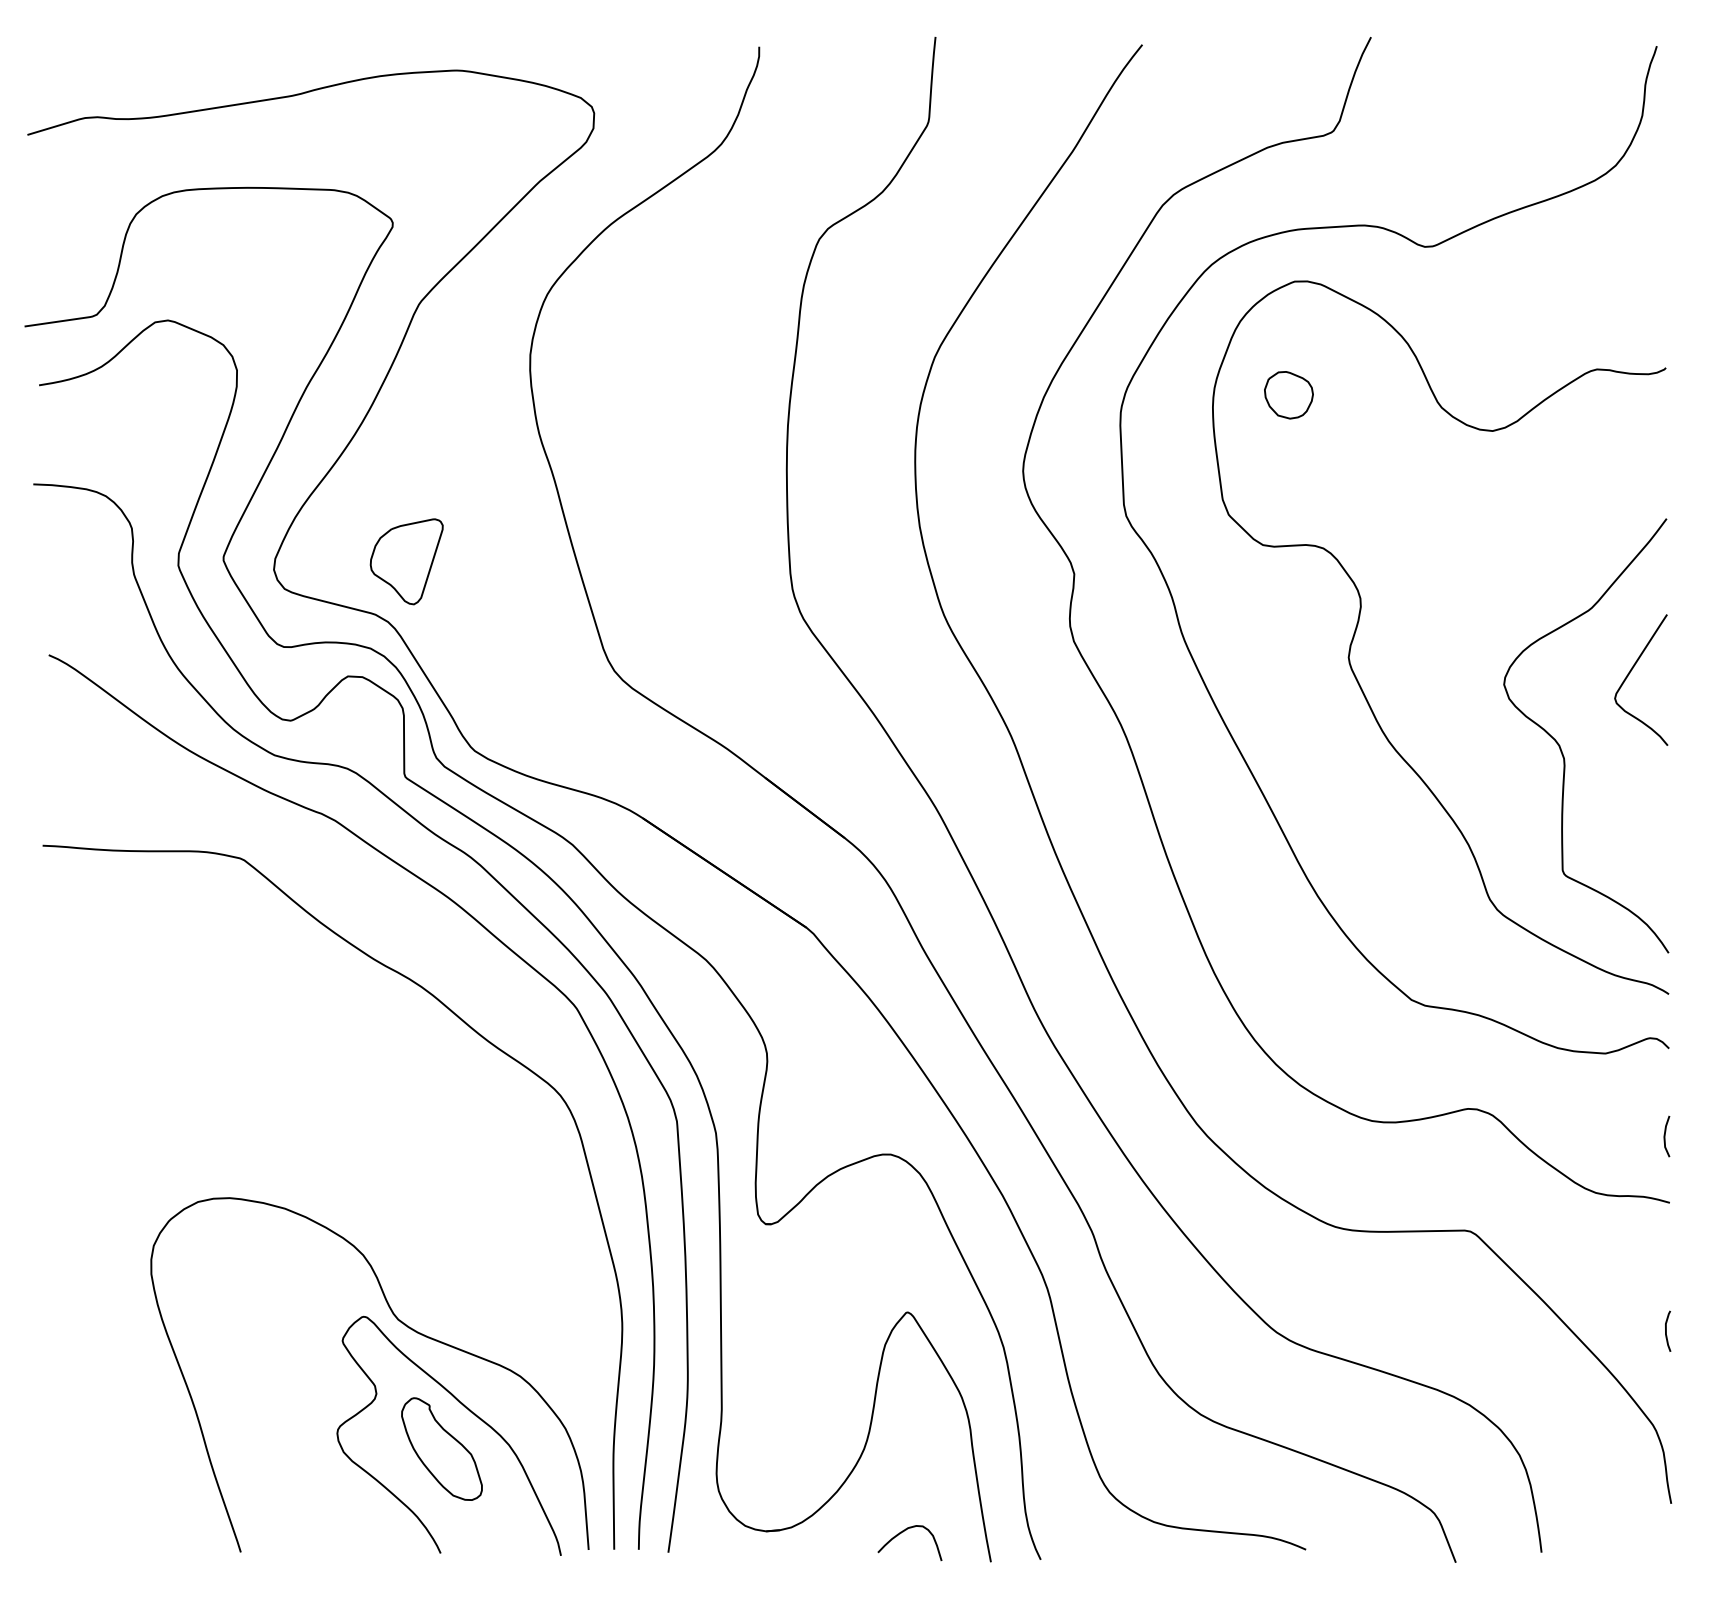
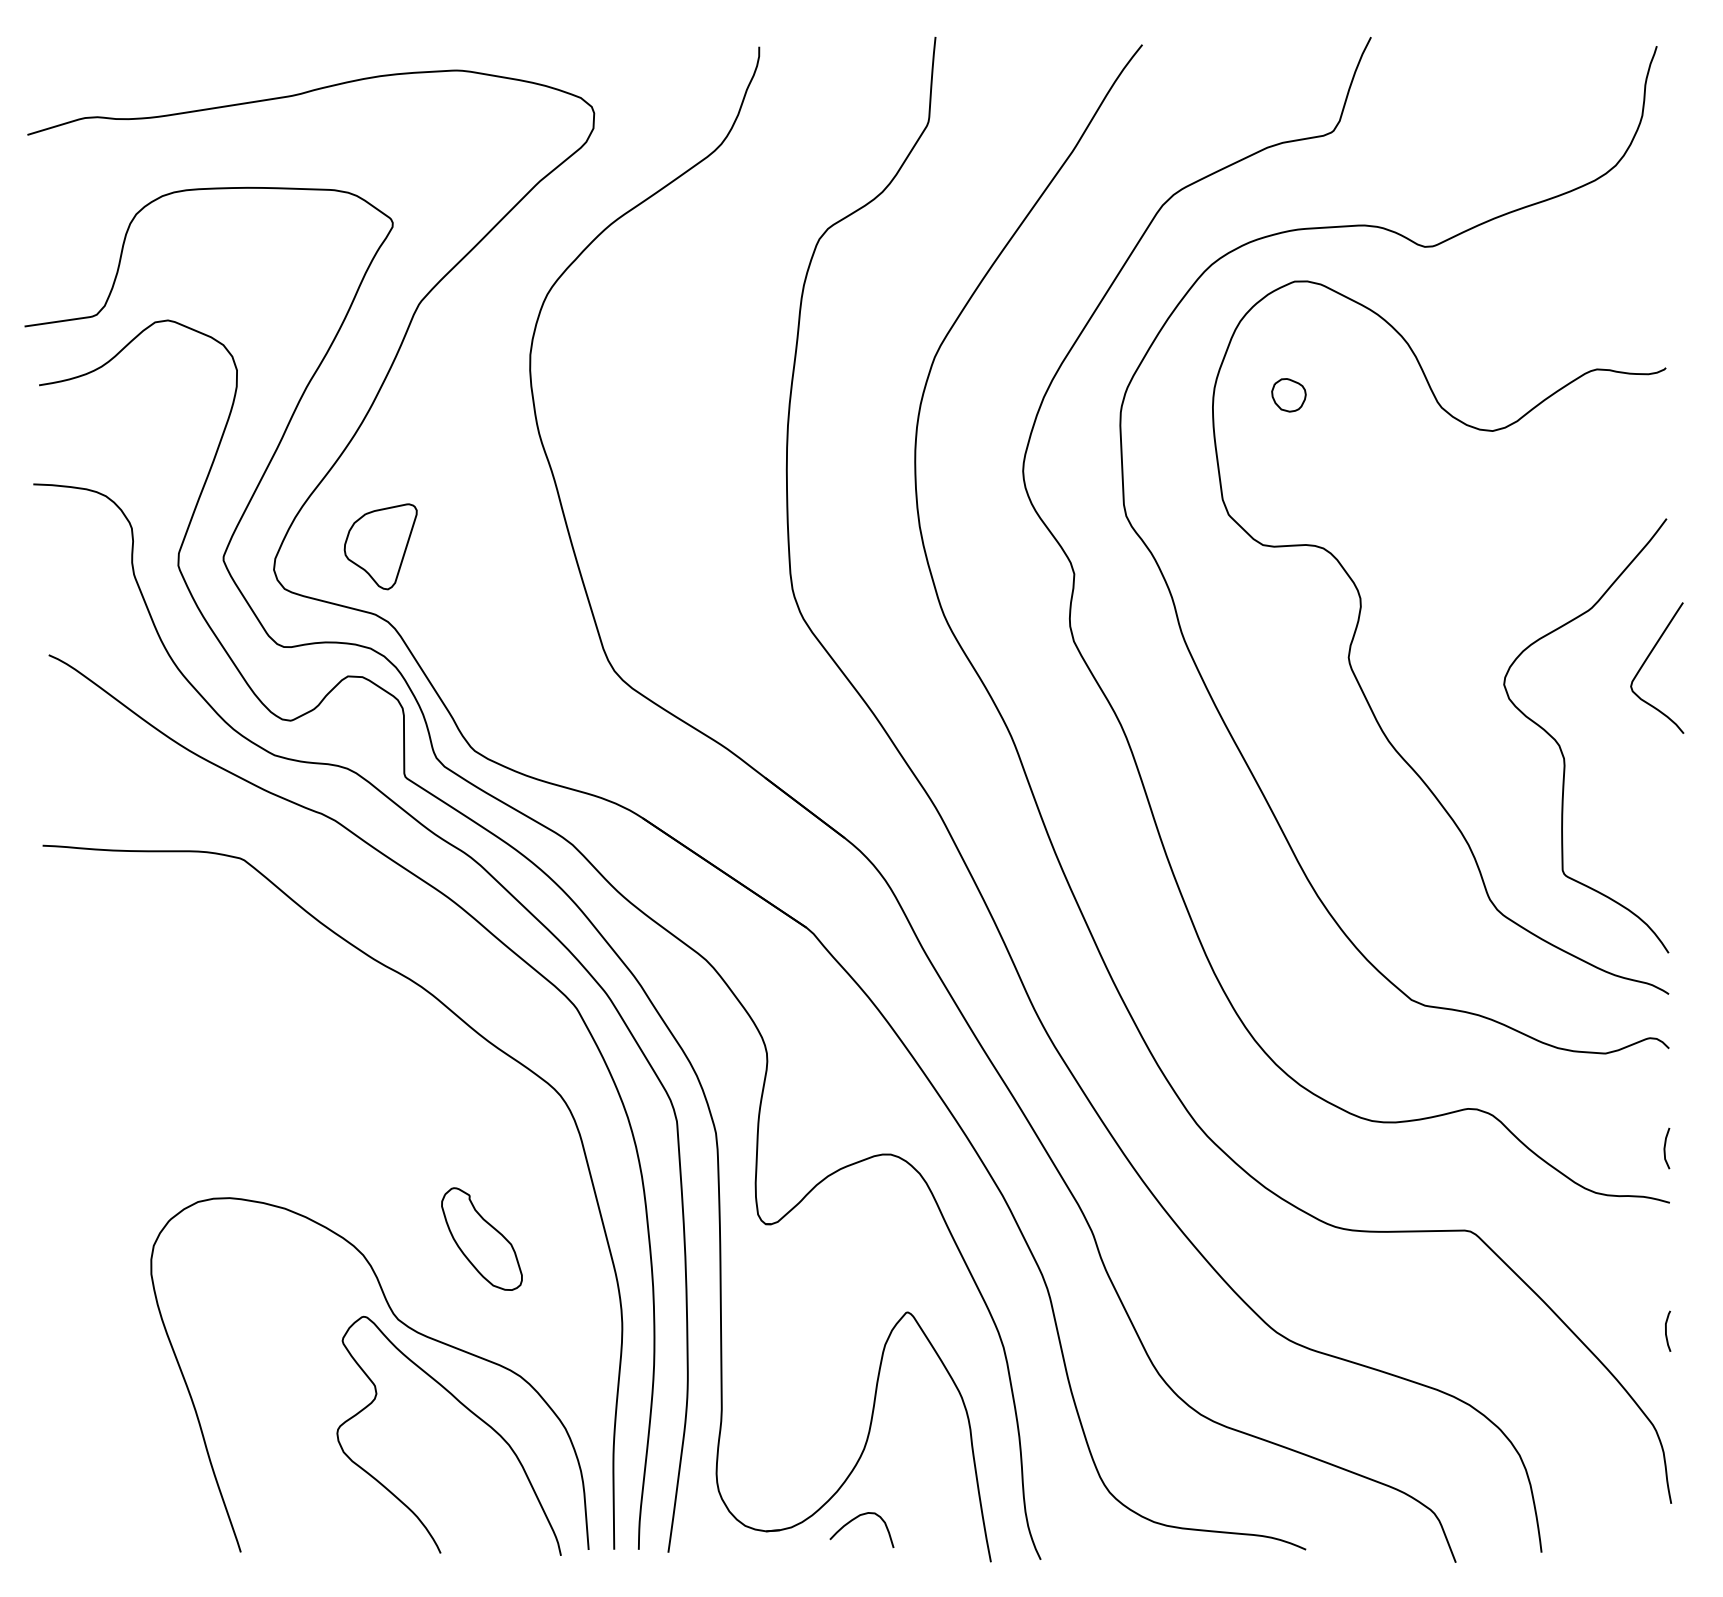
part at (1288, 395) size: 50x49 px -> 36x35 px
part at (406, 561) position: (406, 561) -> (380, 546)
curve at (1630, 673) position: (1630, 673) -> (1646, 661)
curve at (1665, 1136) position: (1665, 1136) -> (1665, 1148)
part at (441, 1448) position: (441, 1448) -> (481, 1238)
curve at (903, 1532) position: (903, 1532) -> (855, 1519)
